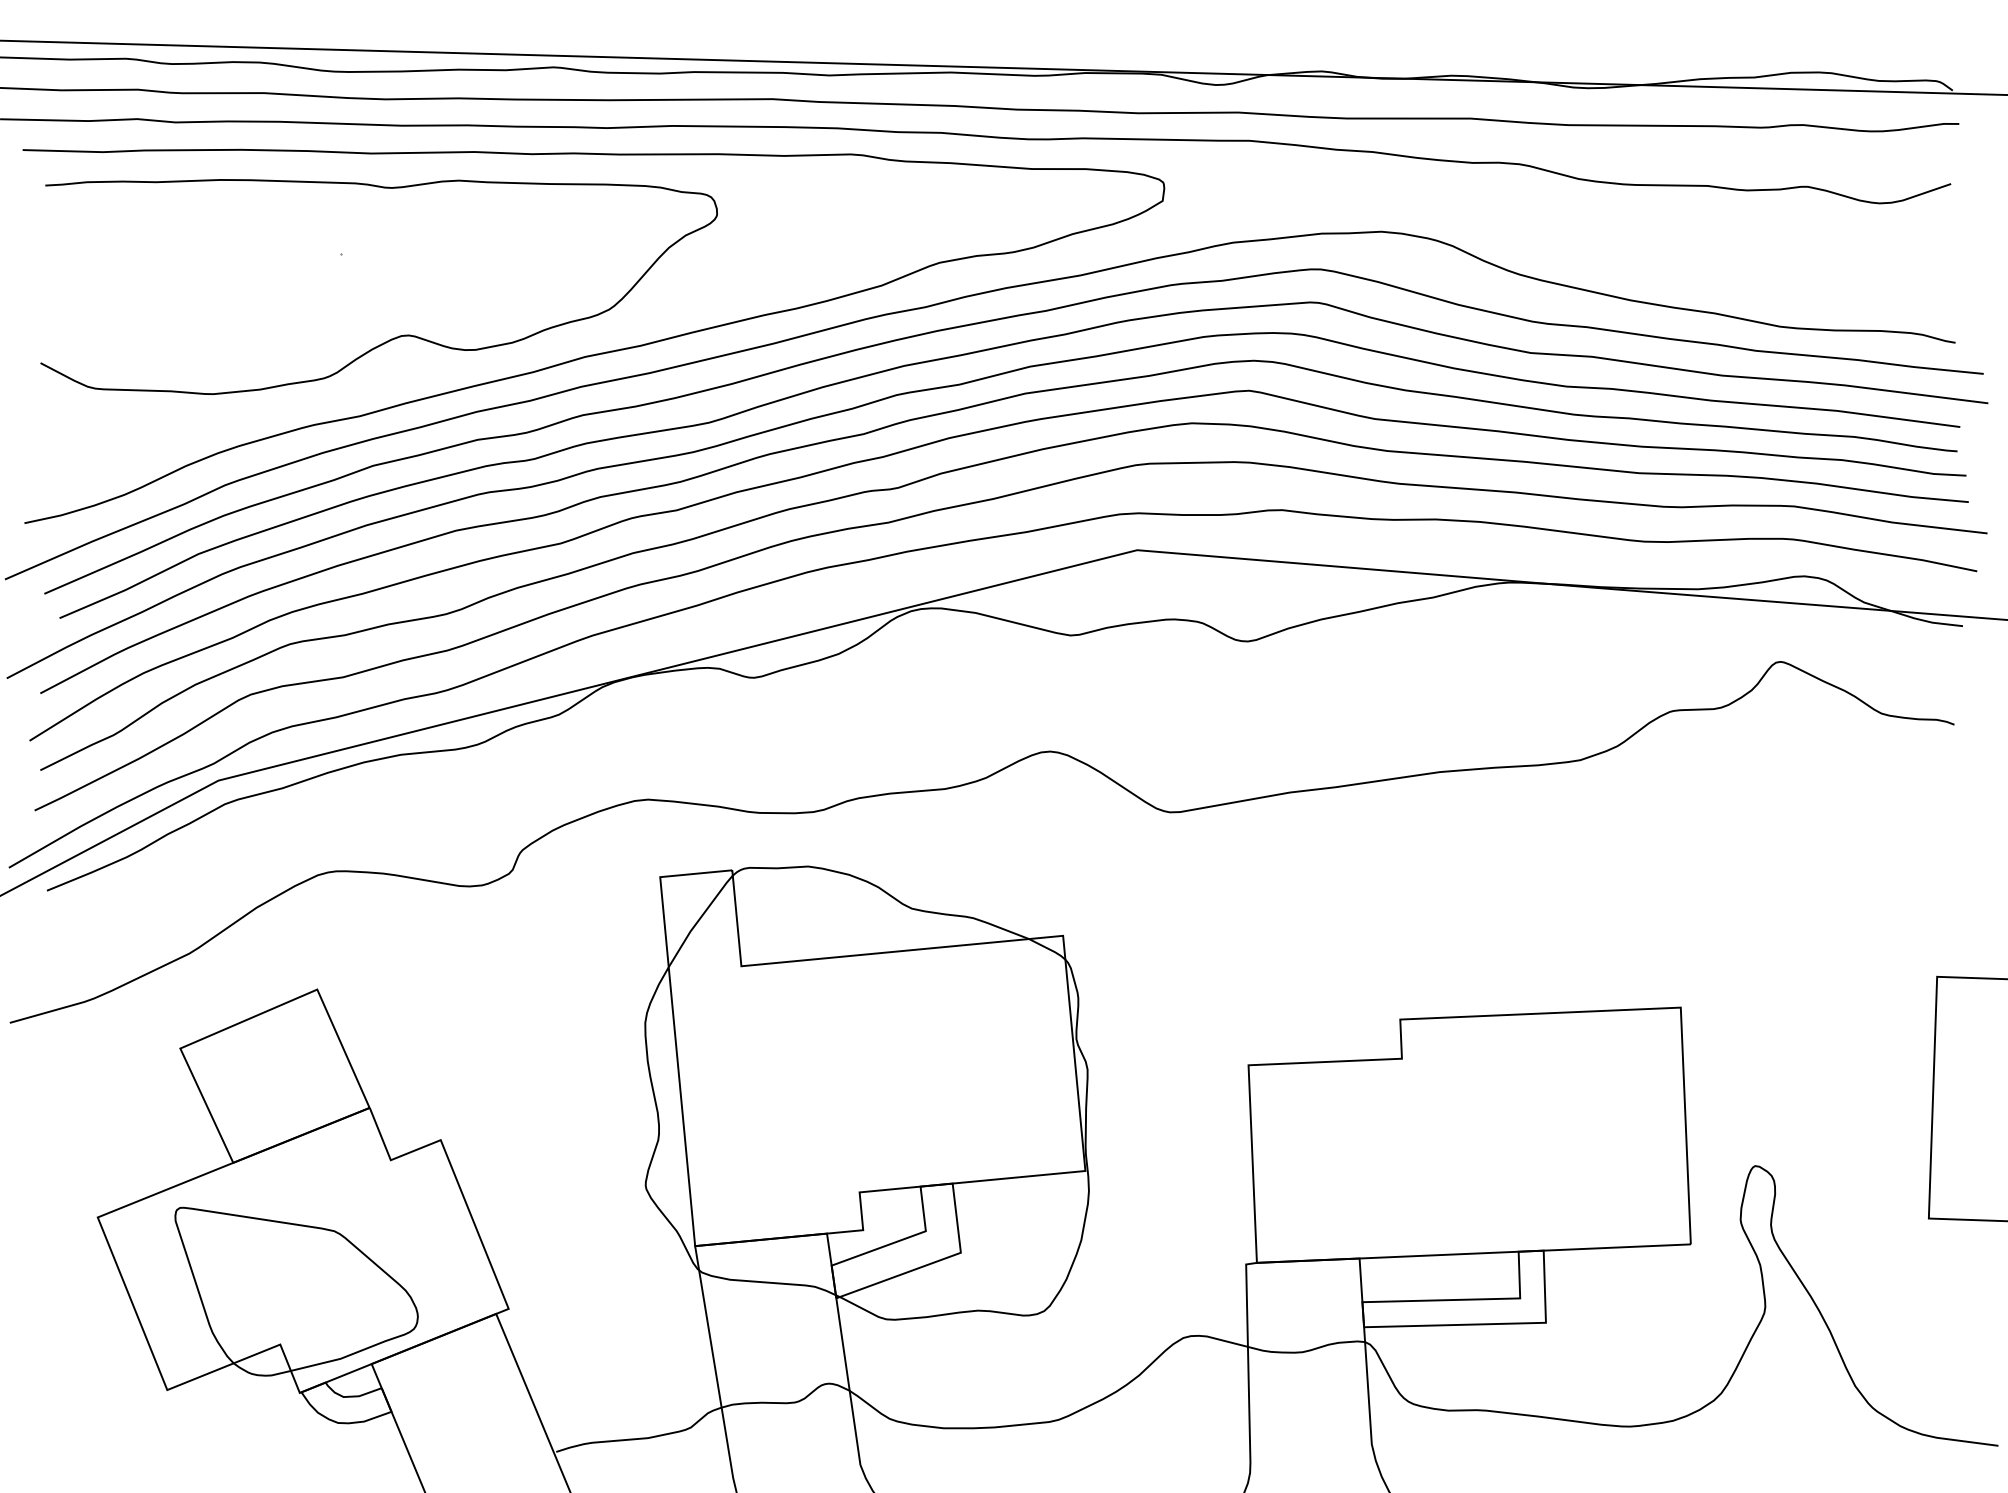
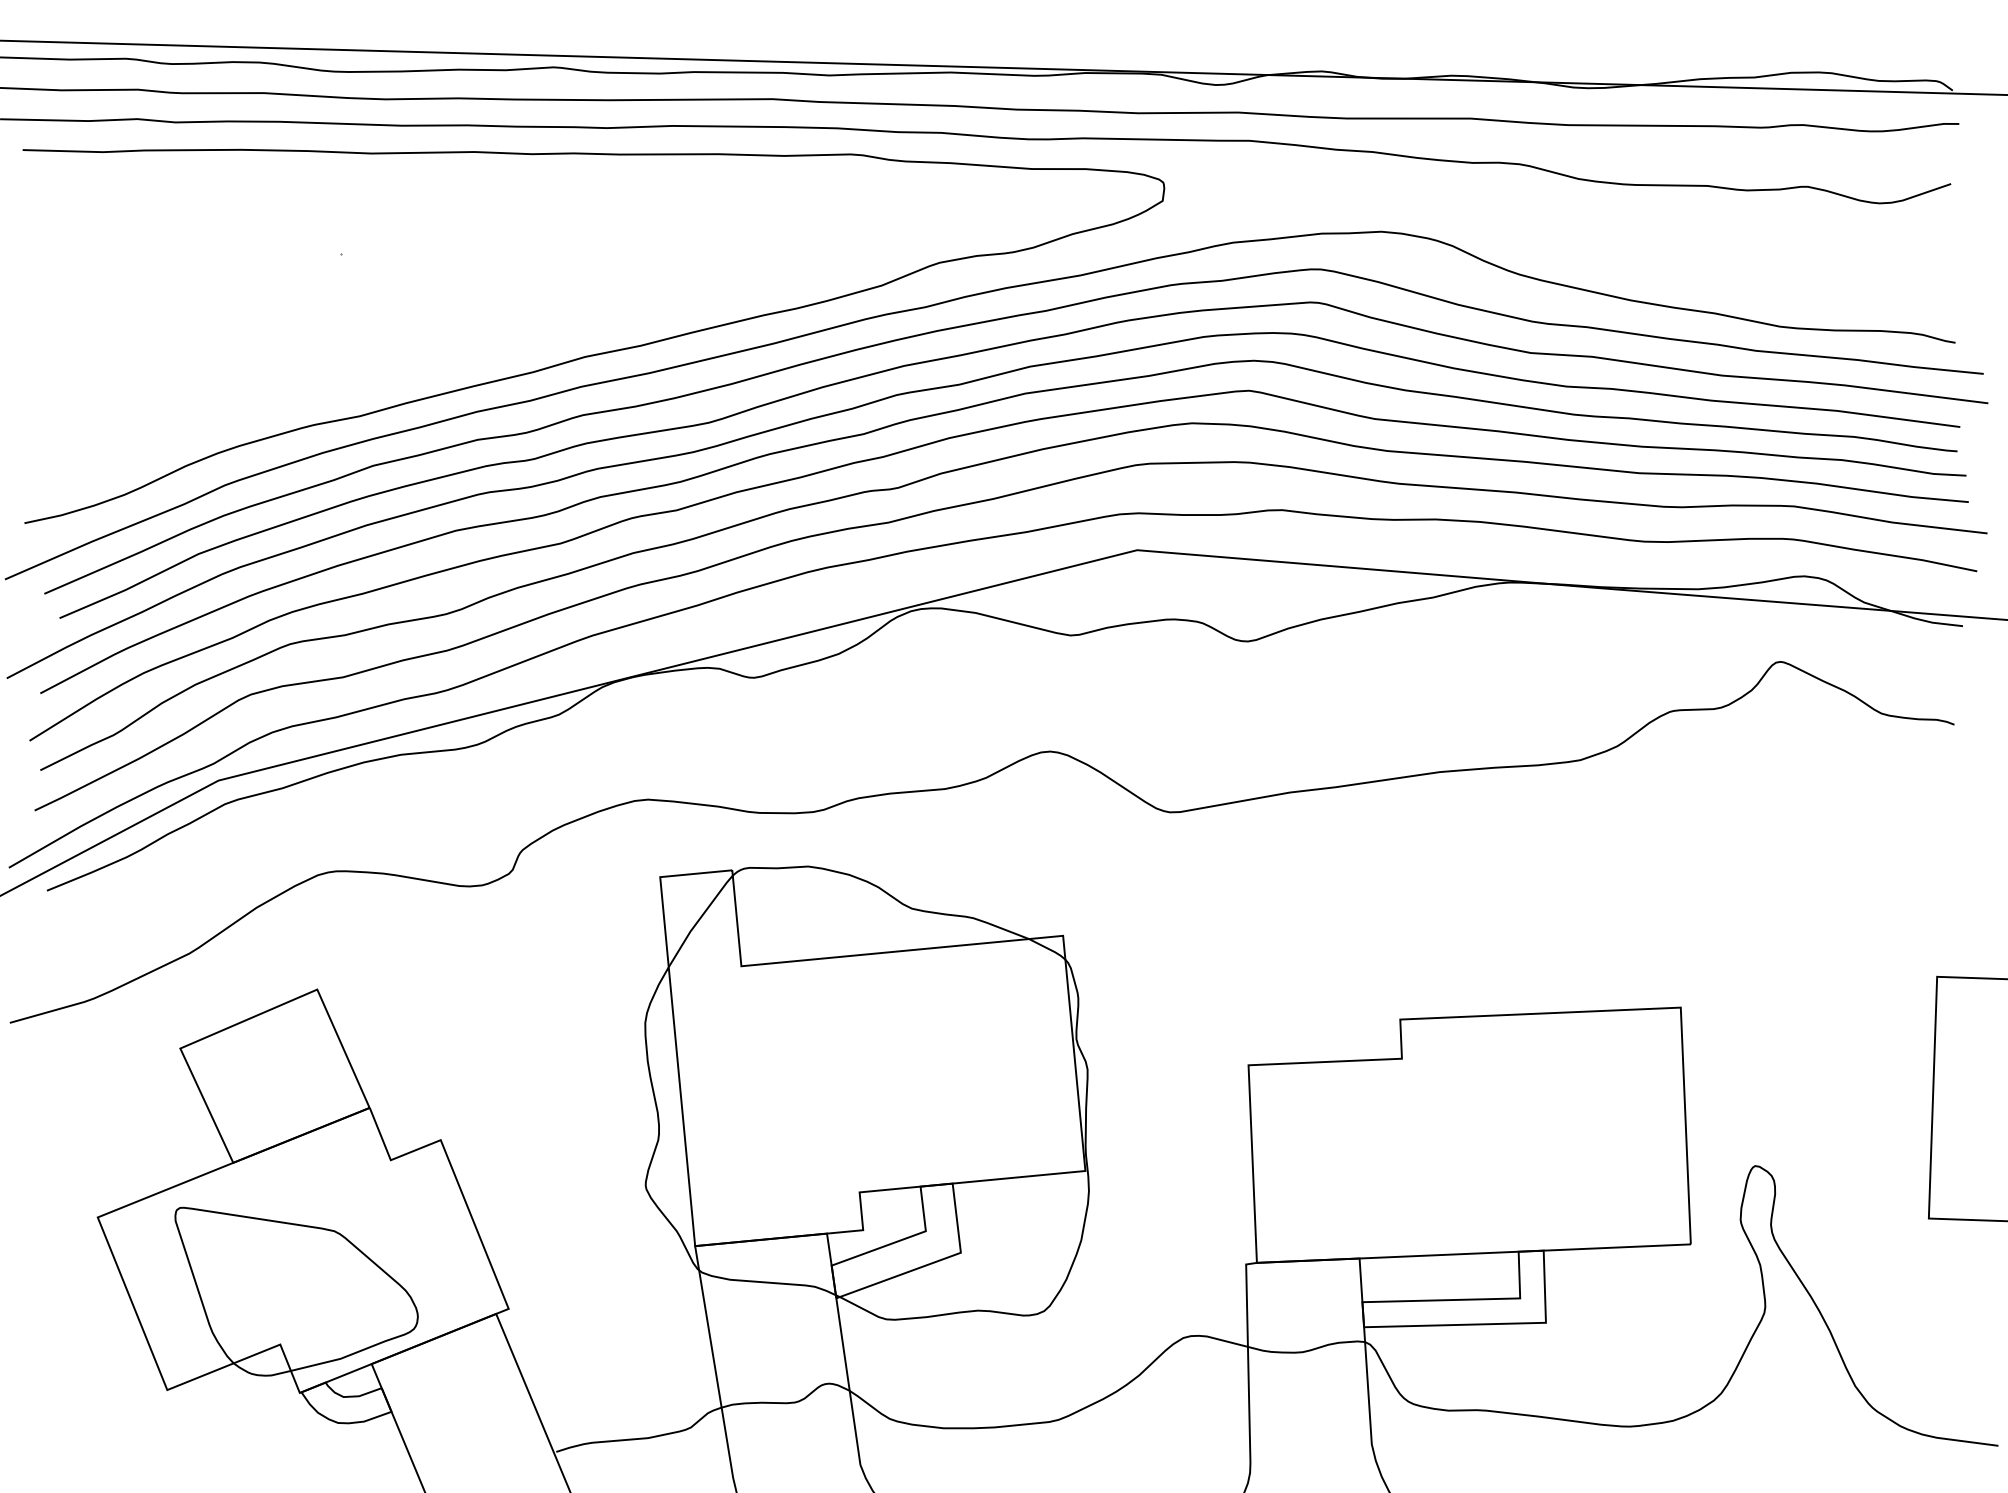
curve at (396, 336): present -> none
